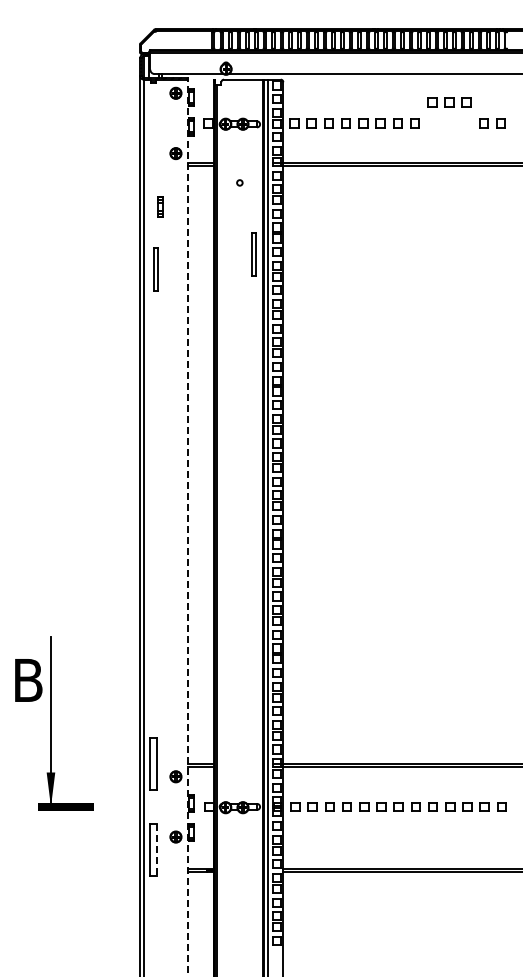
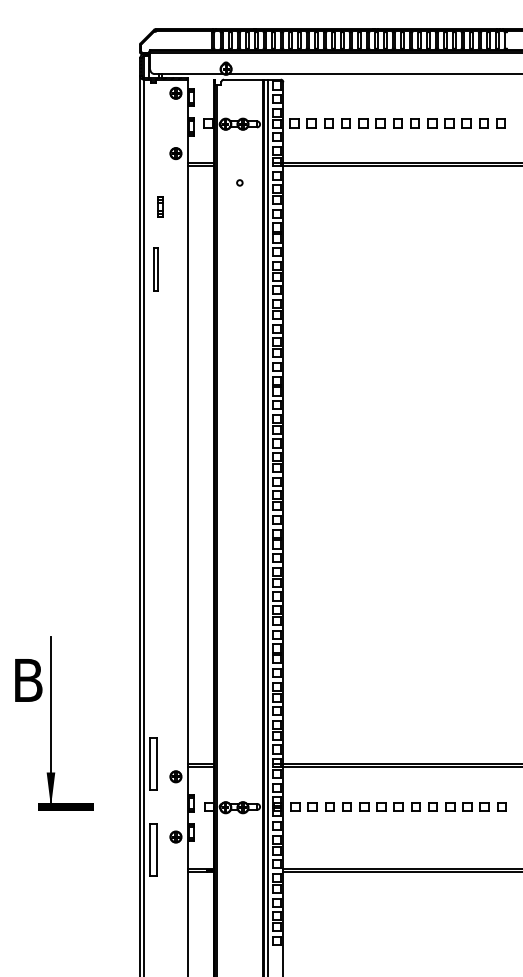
part at (449, 102) position: (449, 102) -> (449, 123)
part at (253, 254): present -> none
line at (188, 527): dashed -> solid
line at (156, 849): dashed -> solid
